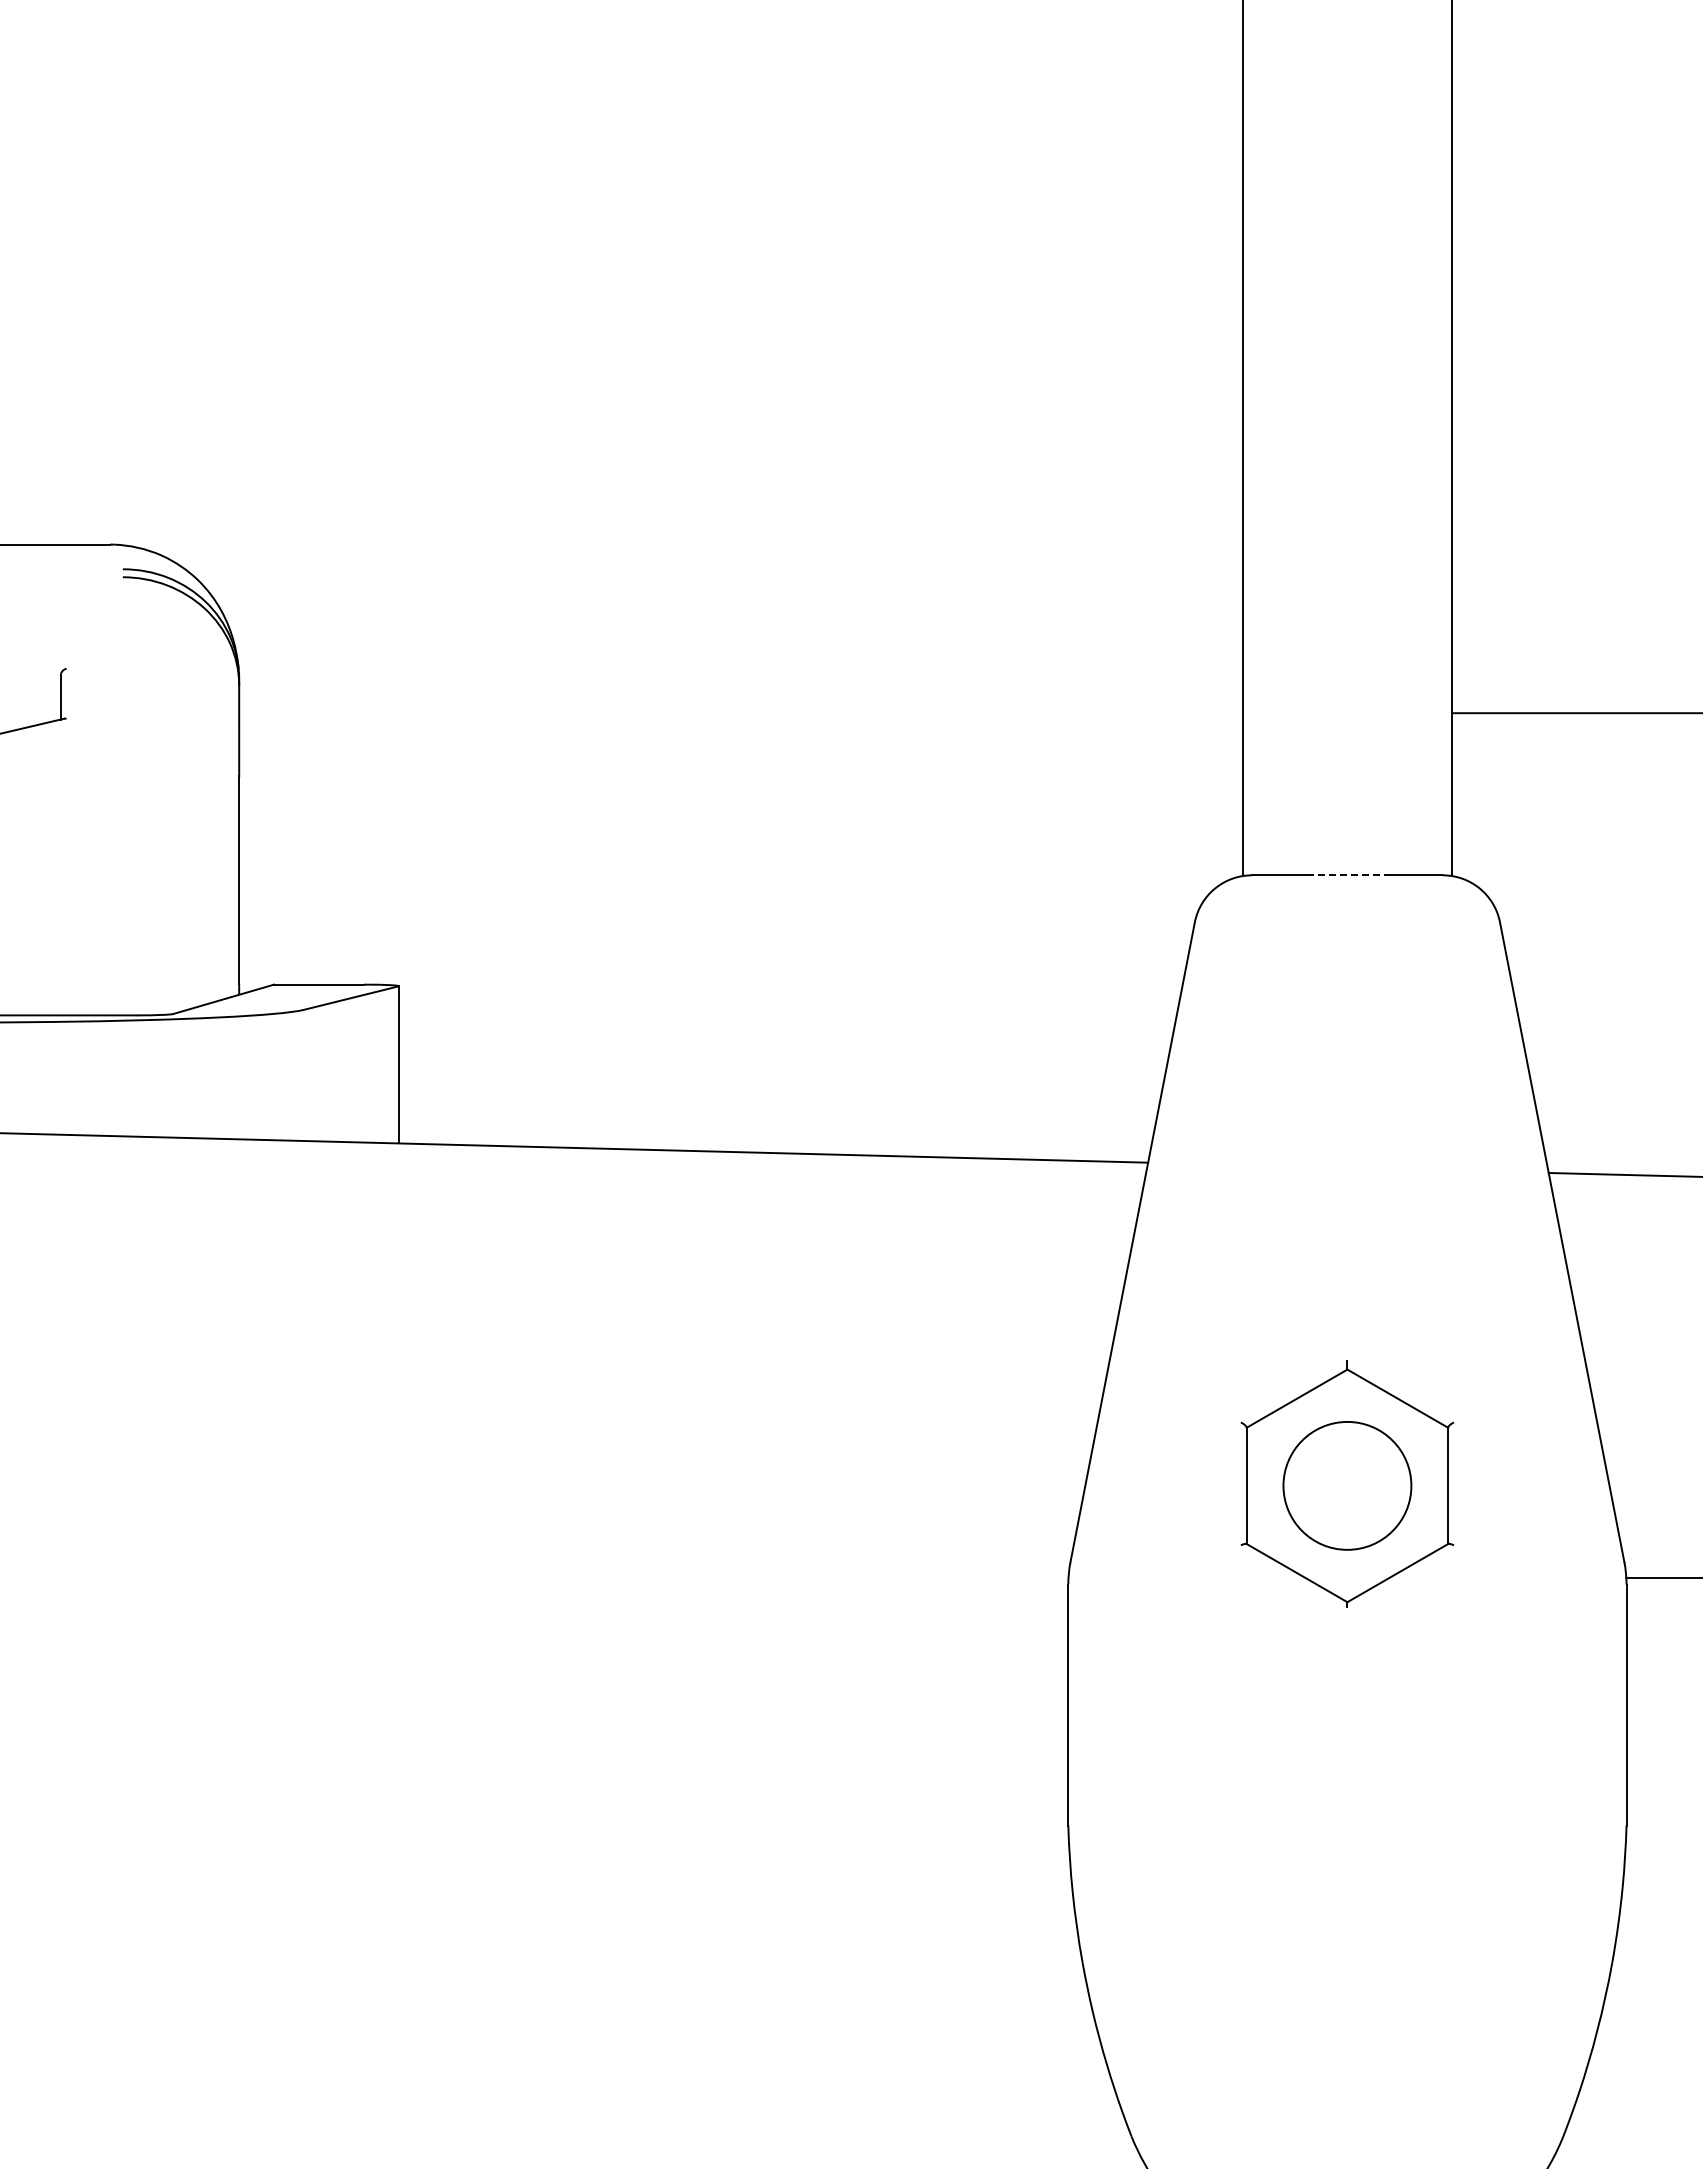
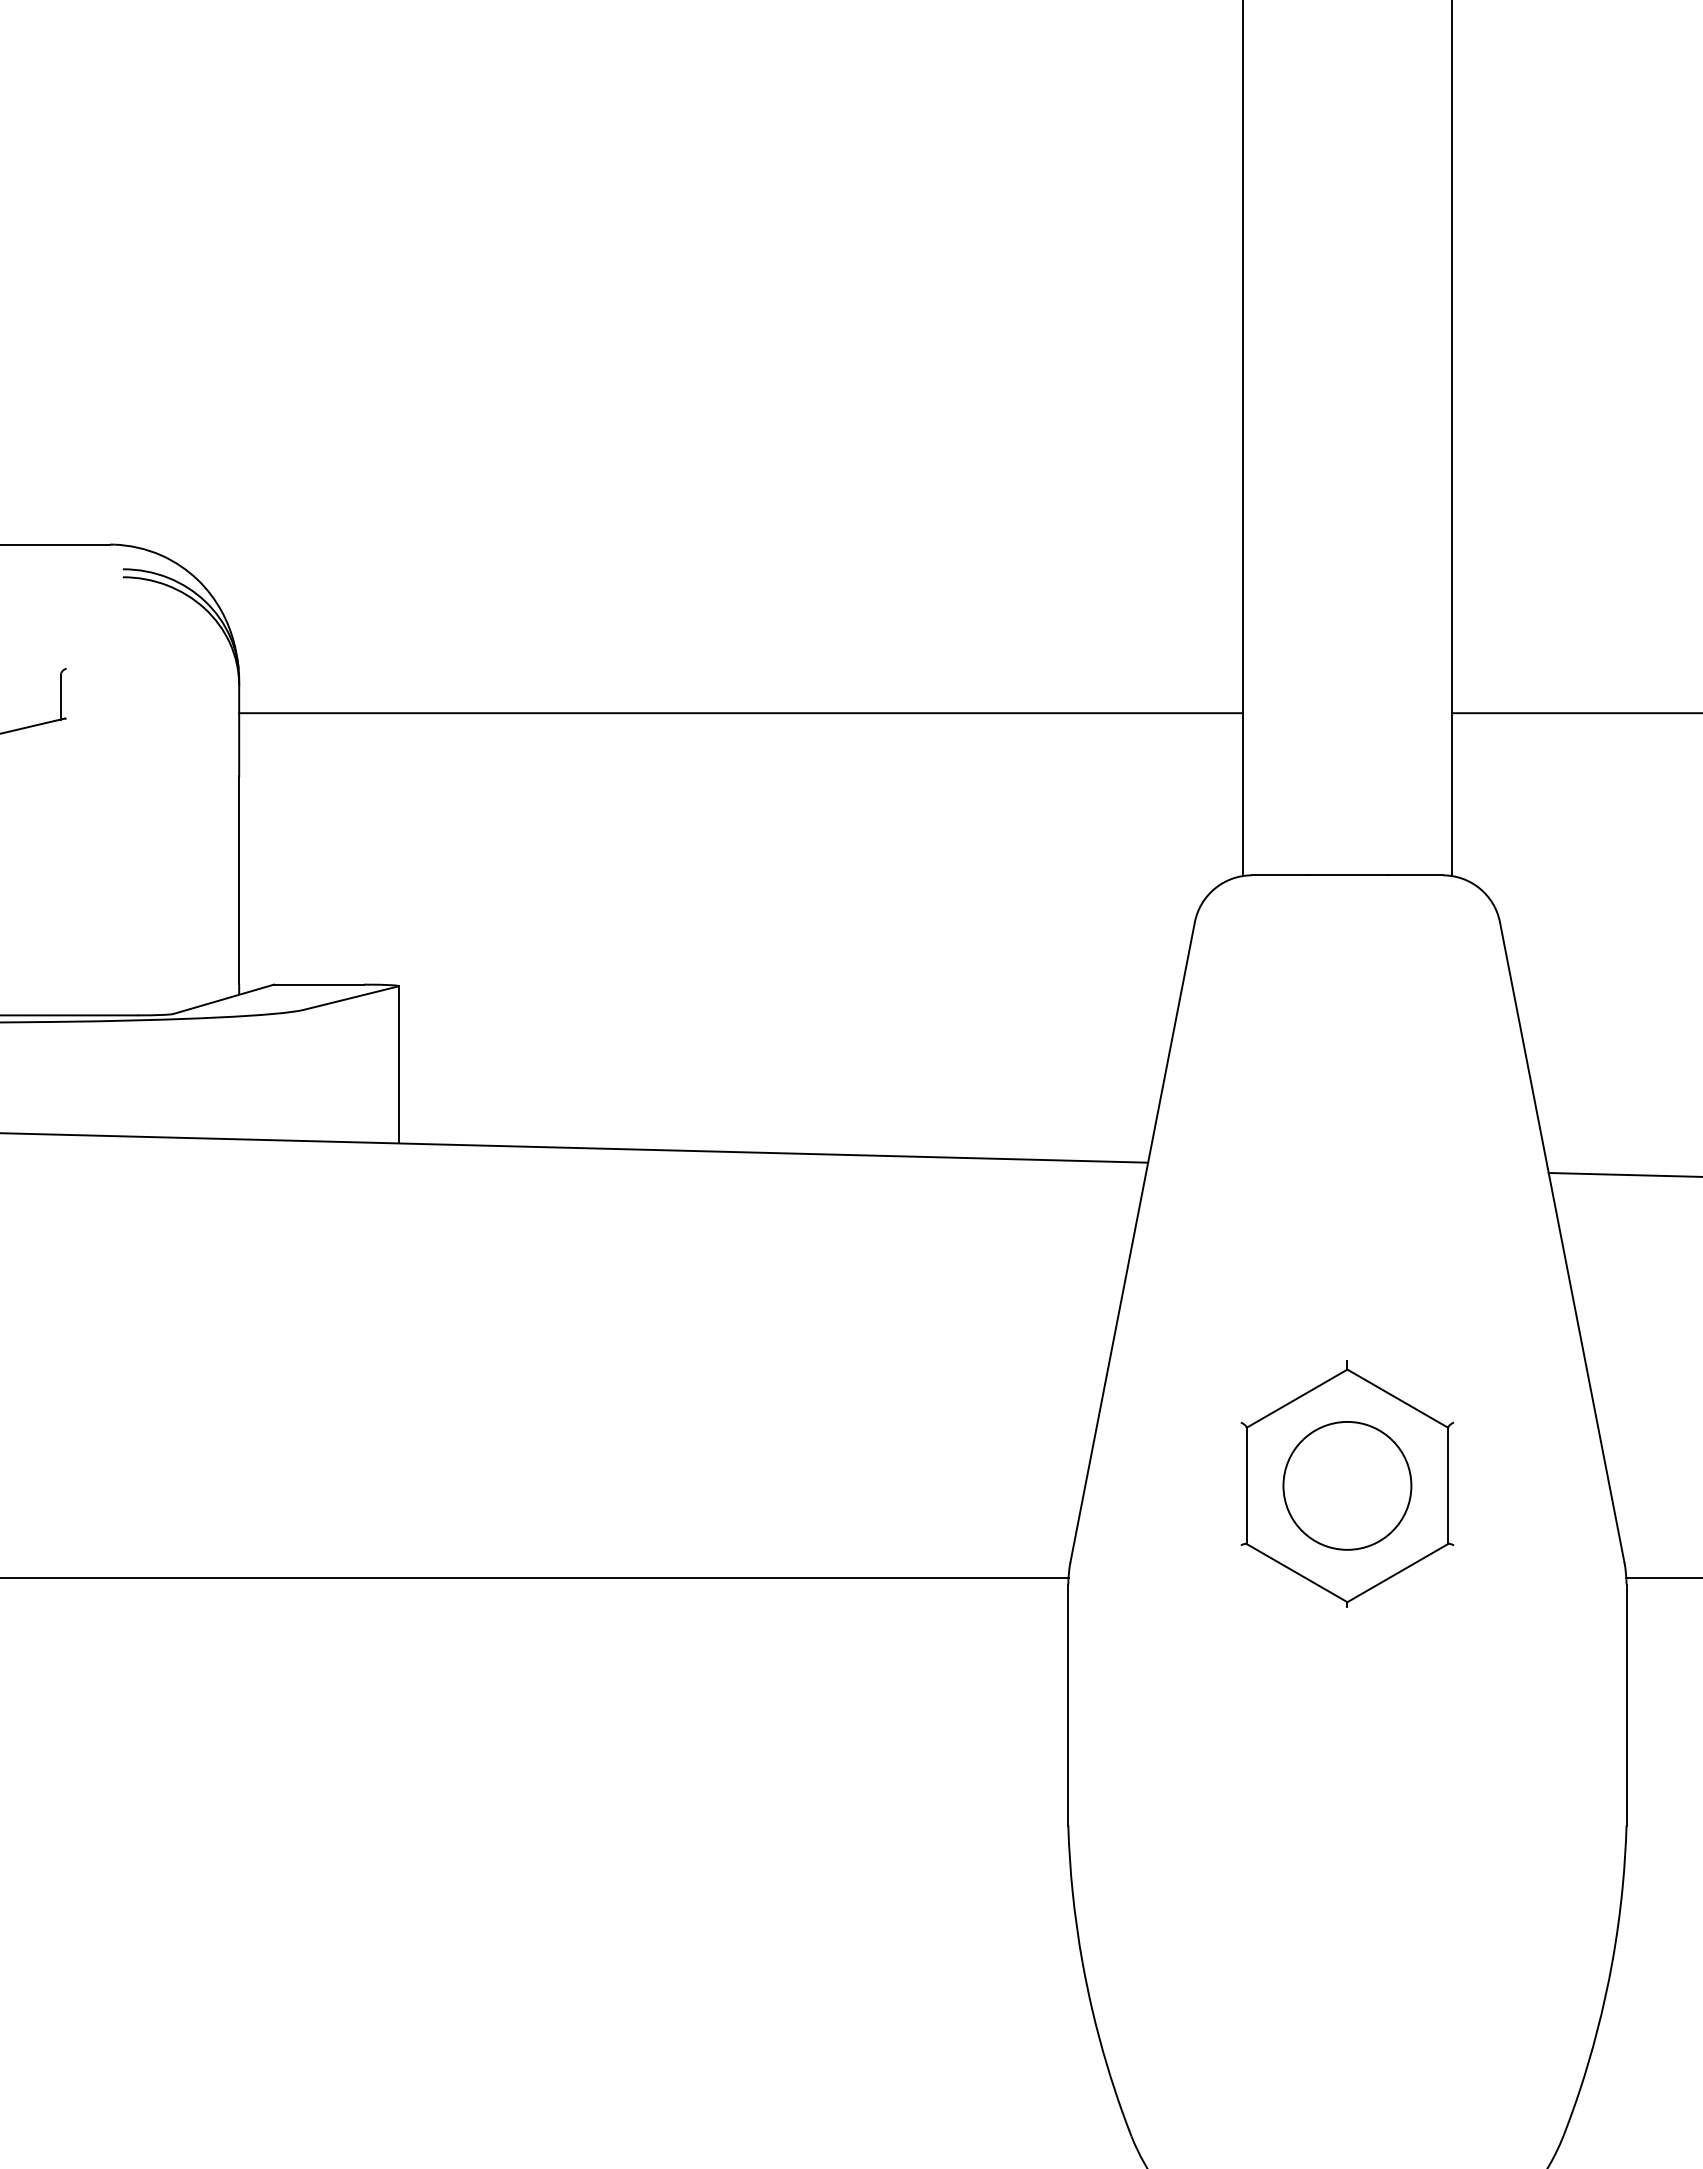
line at (740, 713): none -> present
line at (1347, 875): dashed -> solid
line at (535, 1578): none -> present
